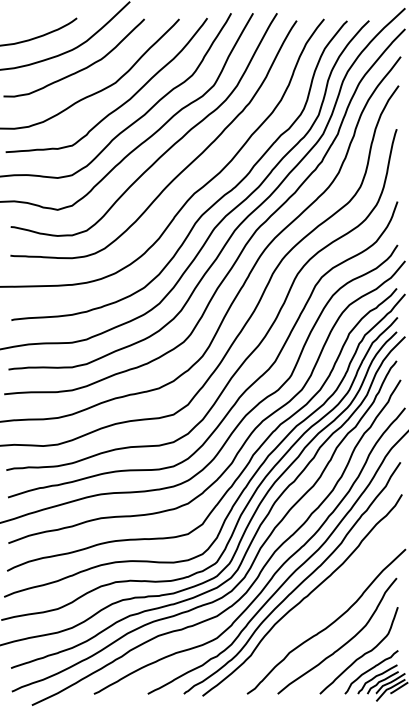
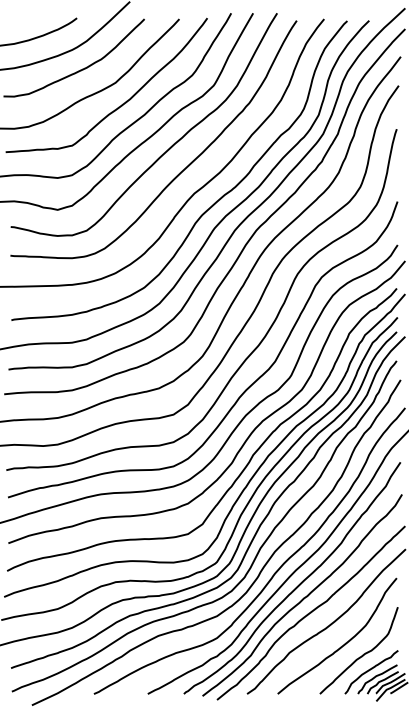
curve at (310, 612): none -> present
